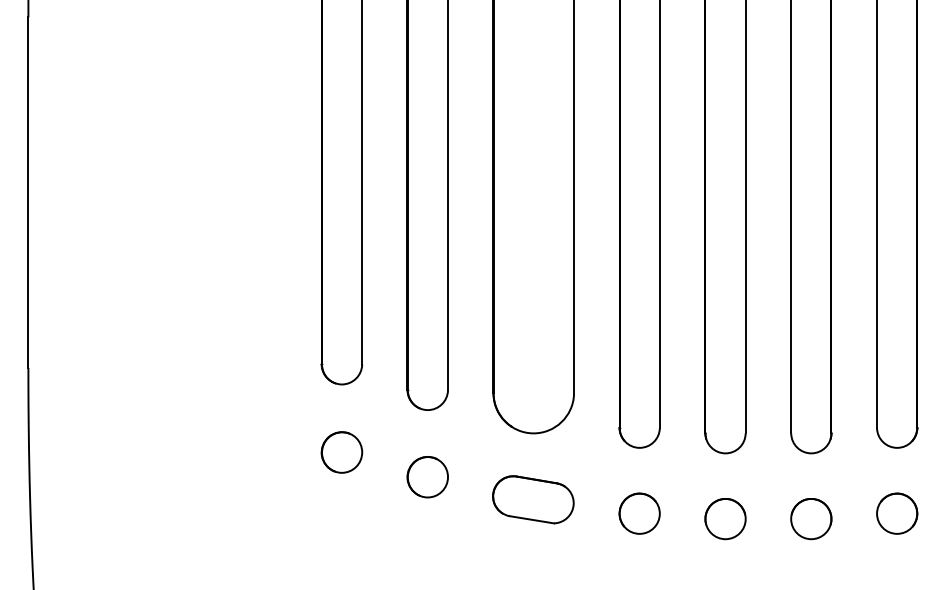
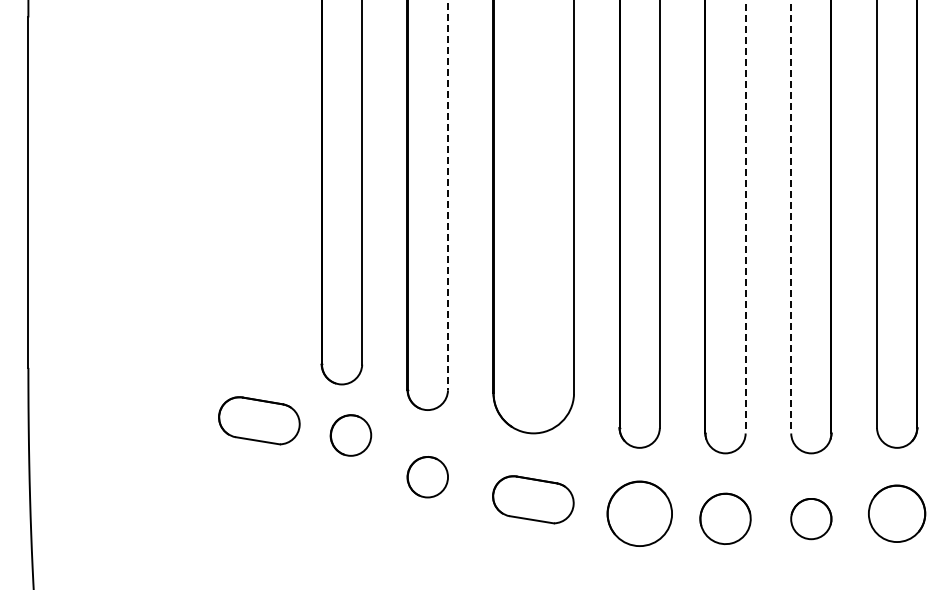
line at (448, 195): solid -> dashed
line at (745, 217): solid -> dashed
line at (791, 217): solid -> dashed
part at (259, 420): none -> present
part at (341, 452) position: (341, 452) -> (350, 435)
part at (639, 513) size: 43x43 px -> 67x67 px
part at (897, 513) size: 43x43 px -> 59x59 px
part at (725, 519) size: 43x43 px -> 53x53 px
